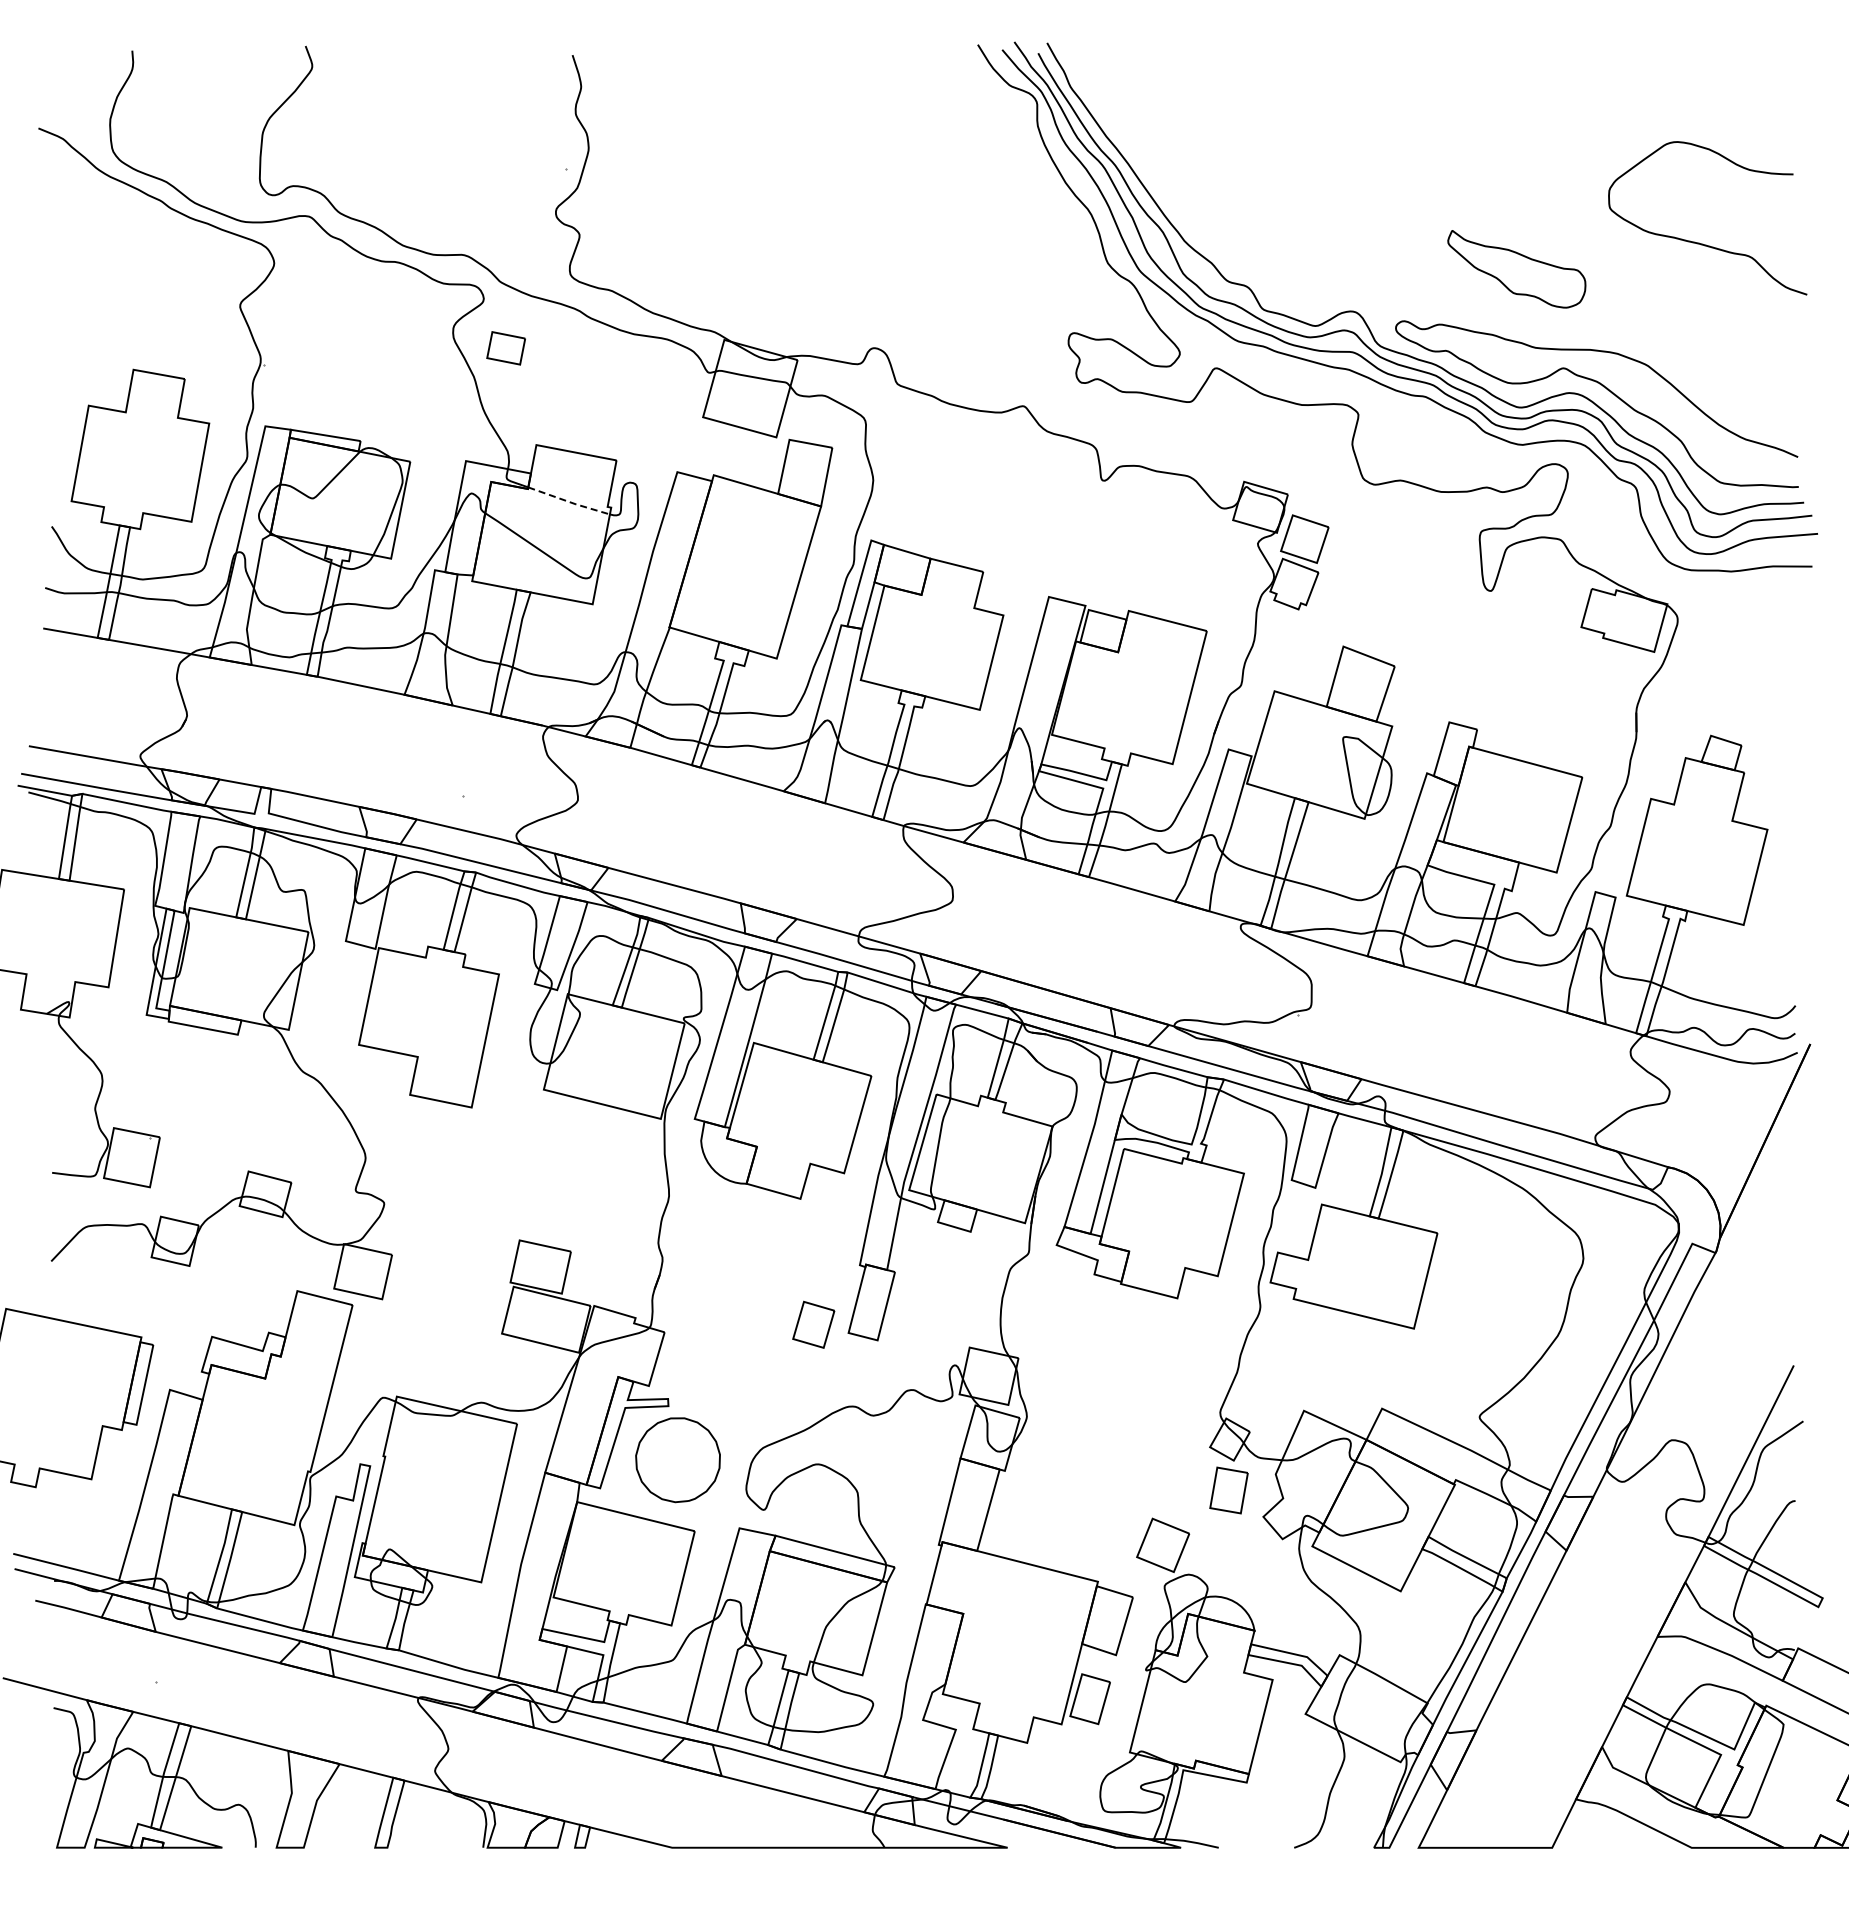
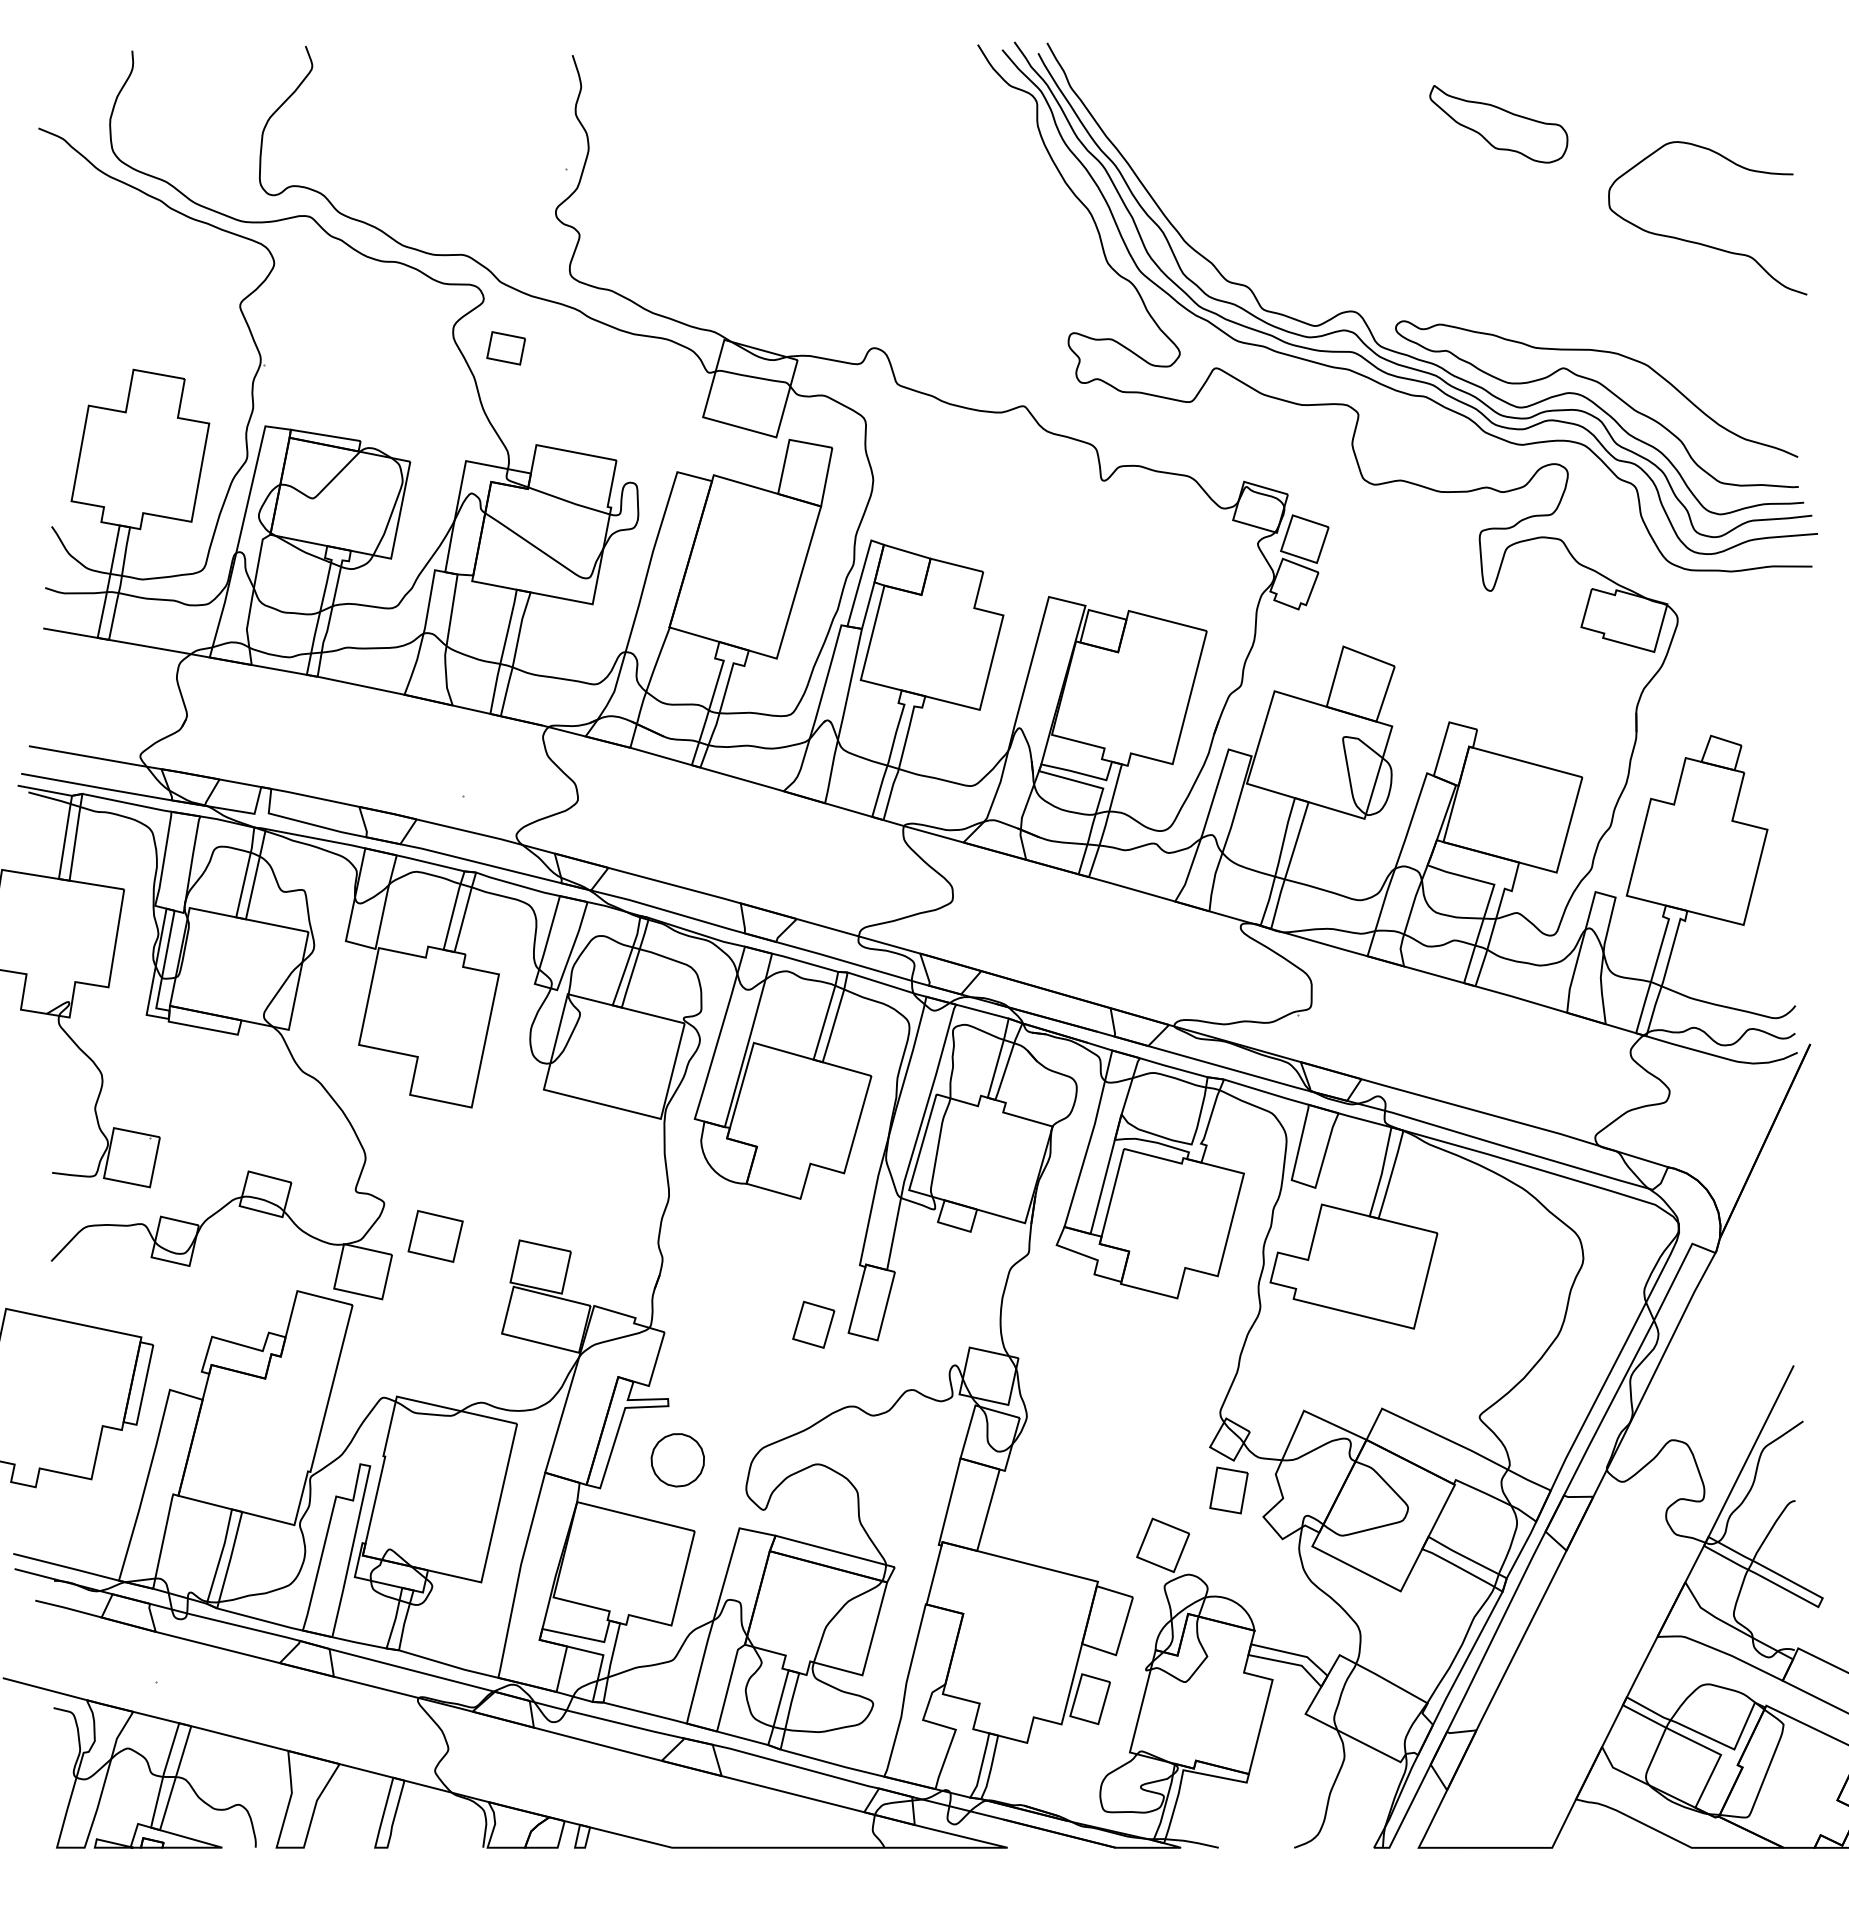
part at (1516, 269) position: (1516, 269) -> (1498, 124)
line at (569, 502): dashed -> solid
part at (435, 1236): none -> present
part at (677, 1460) size: 86x87 px -> 55x55 px
